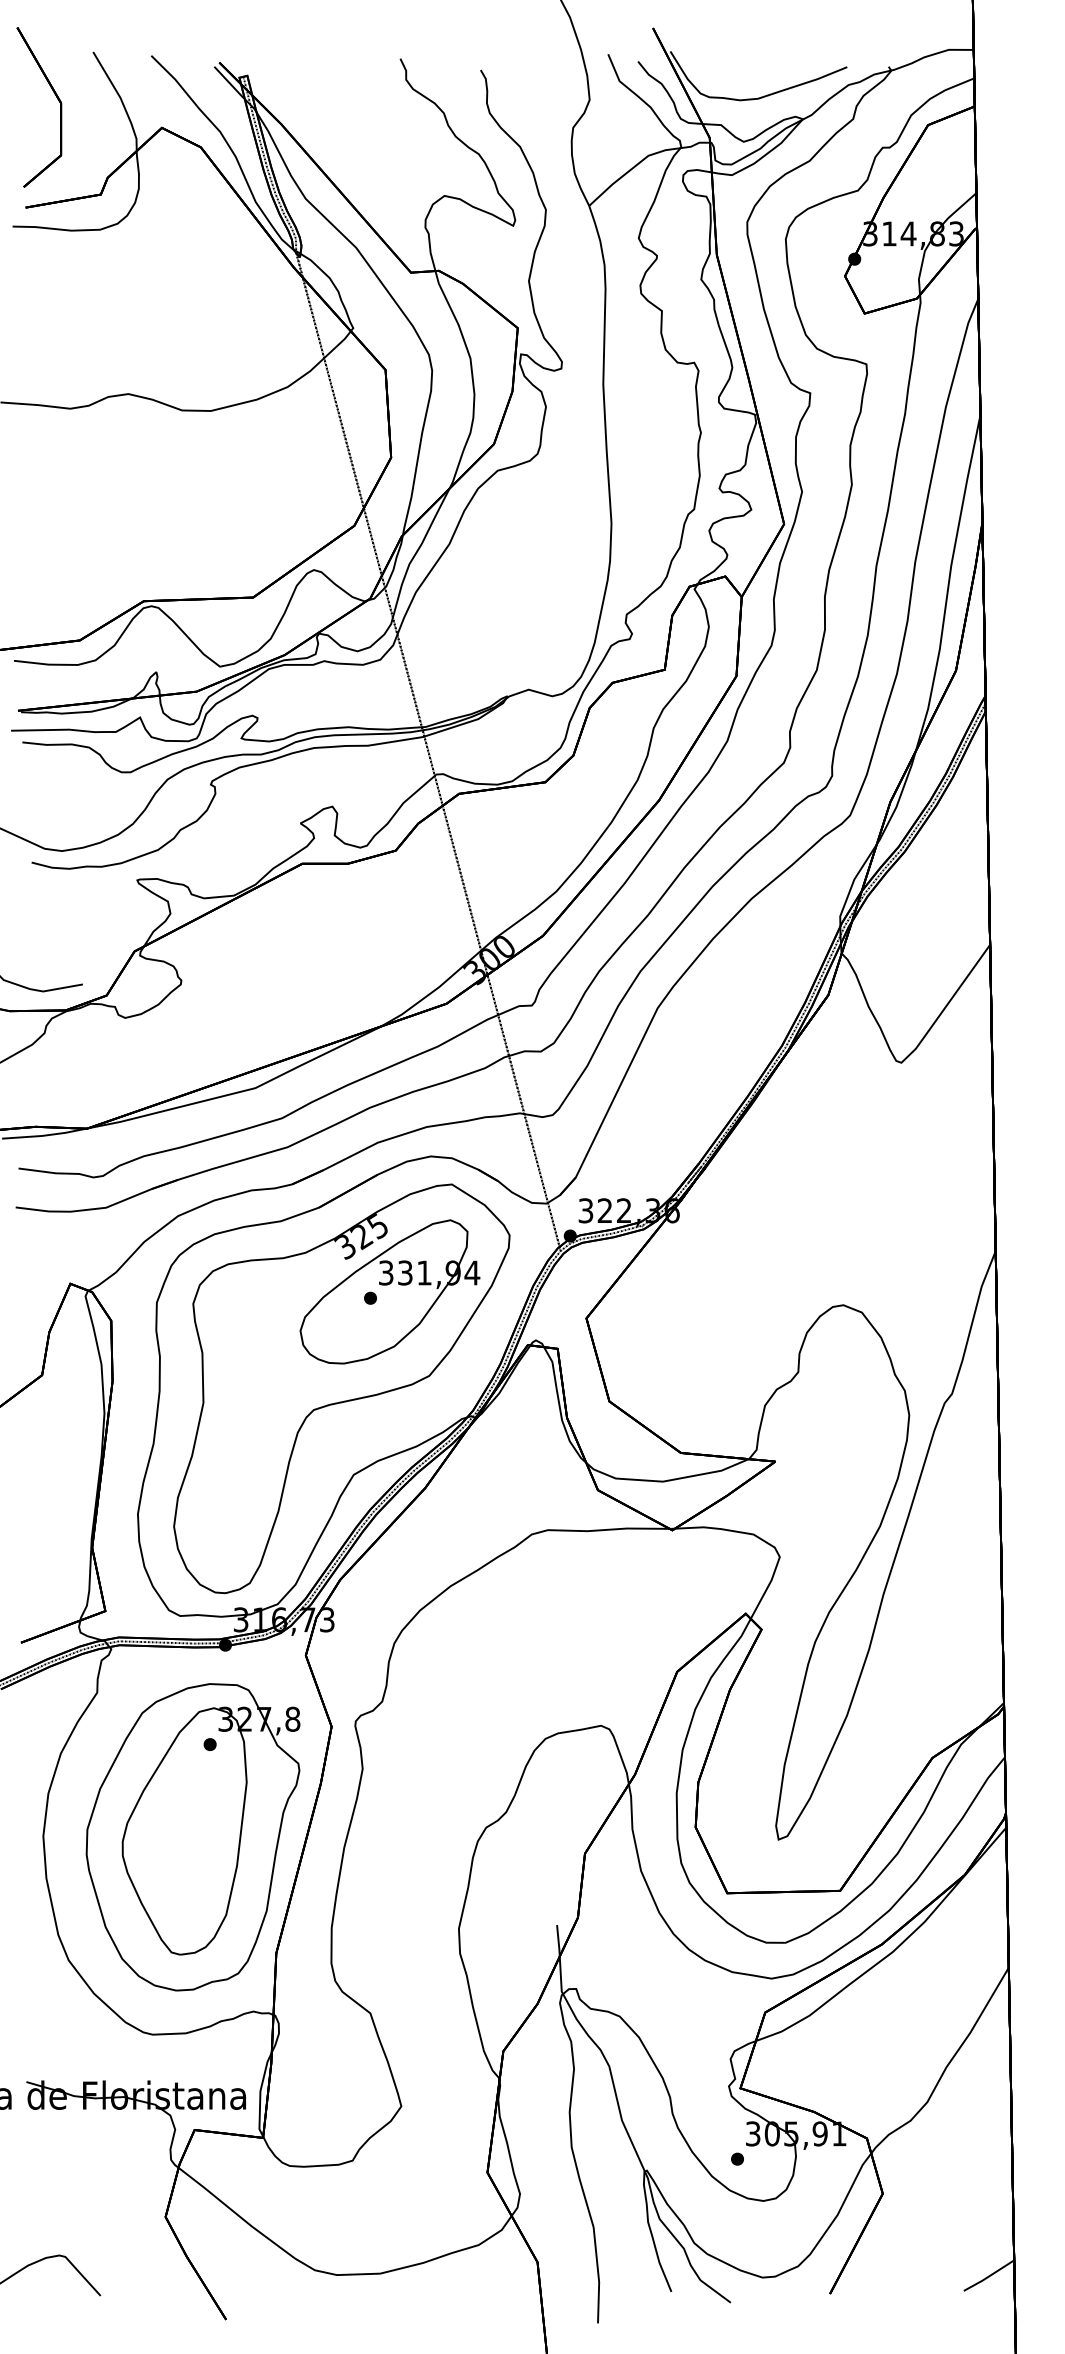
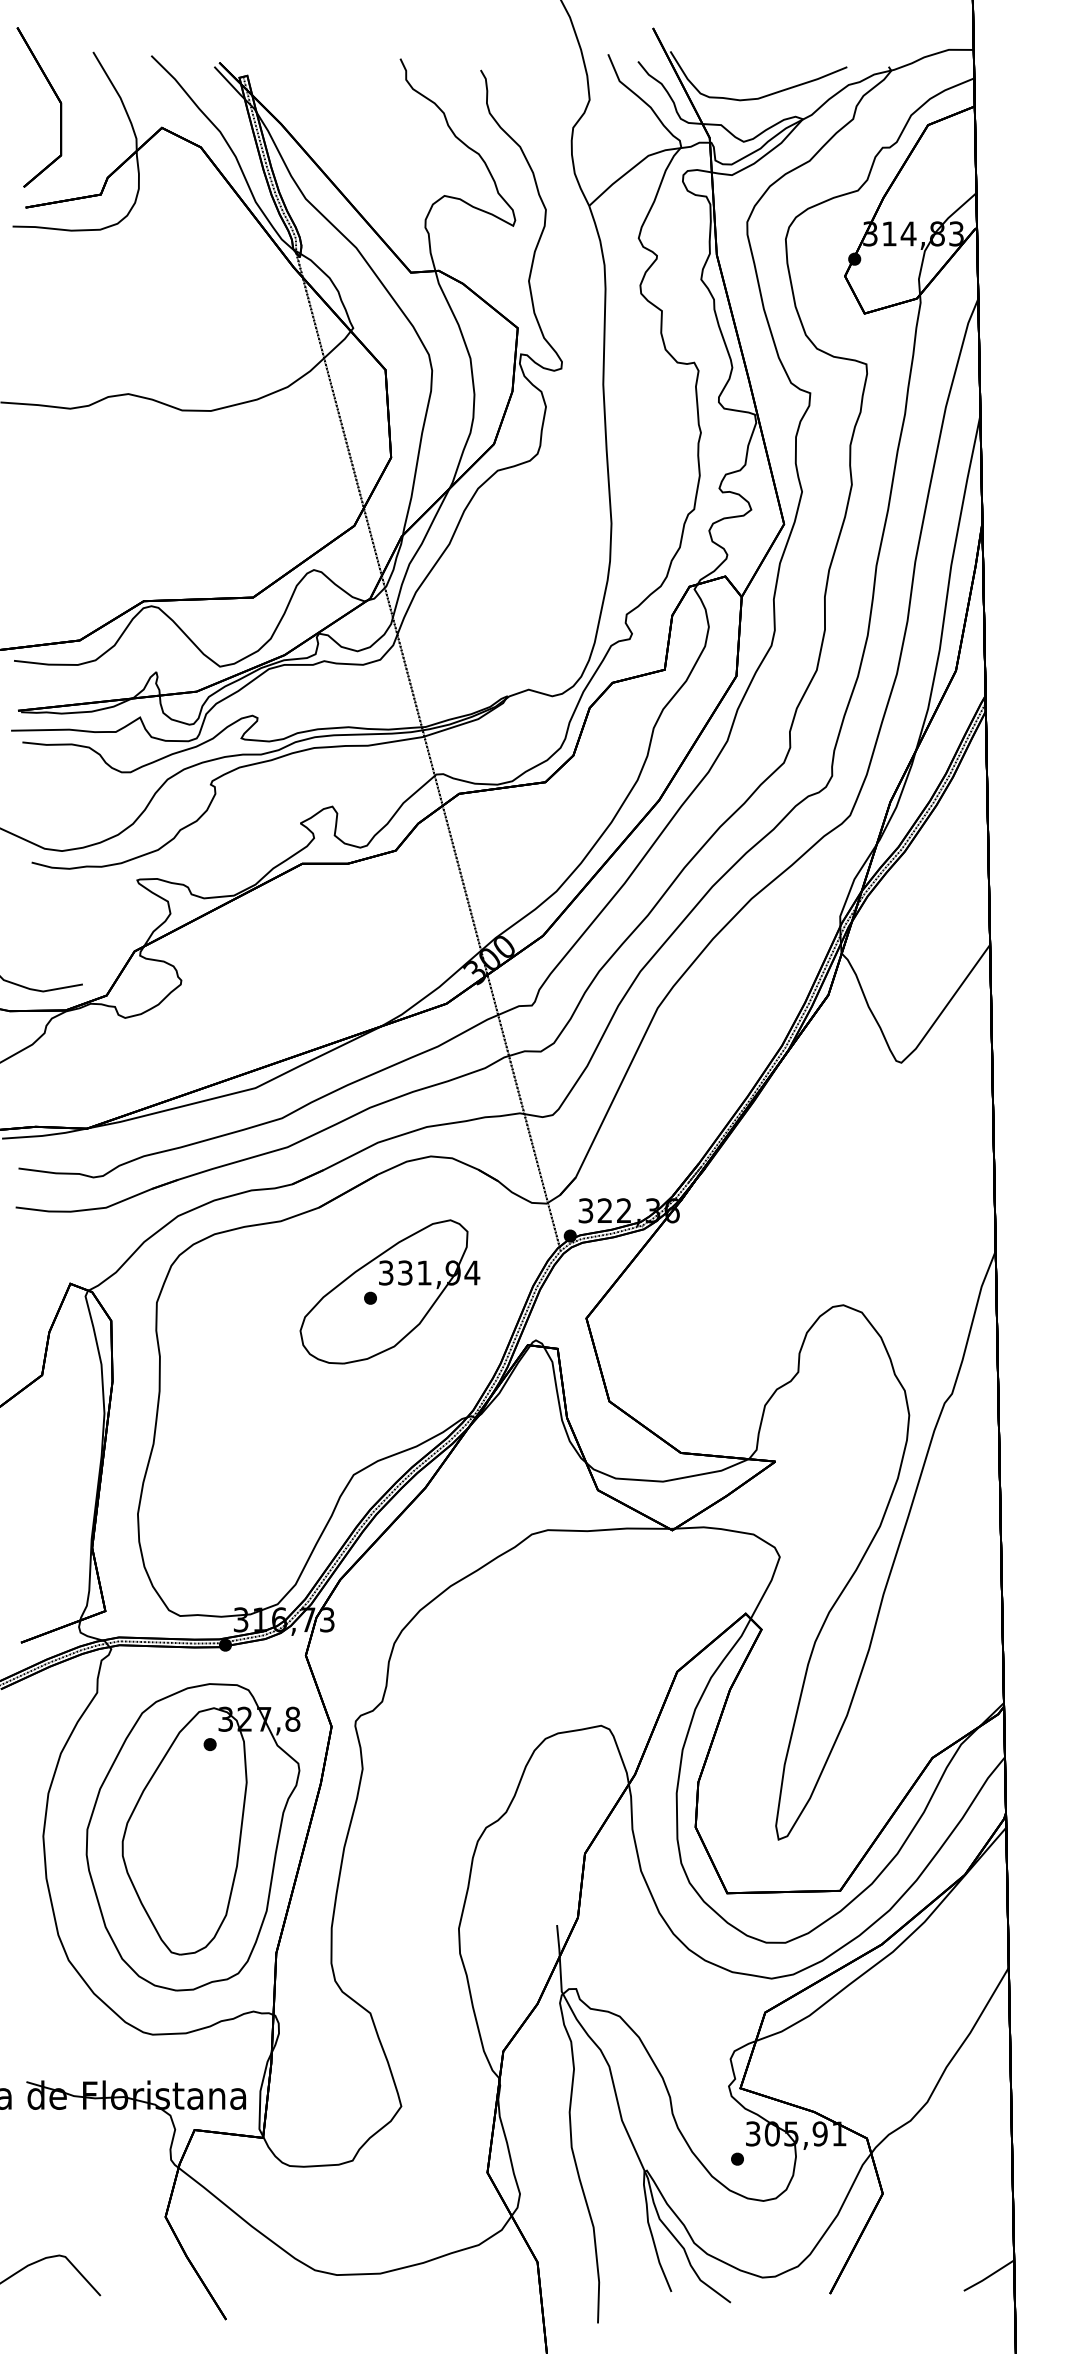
part at (341, 1388): present -> none
